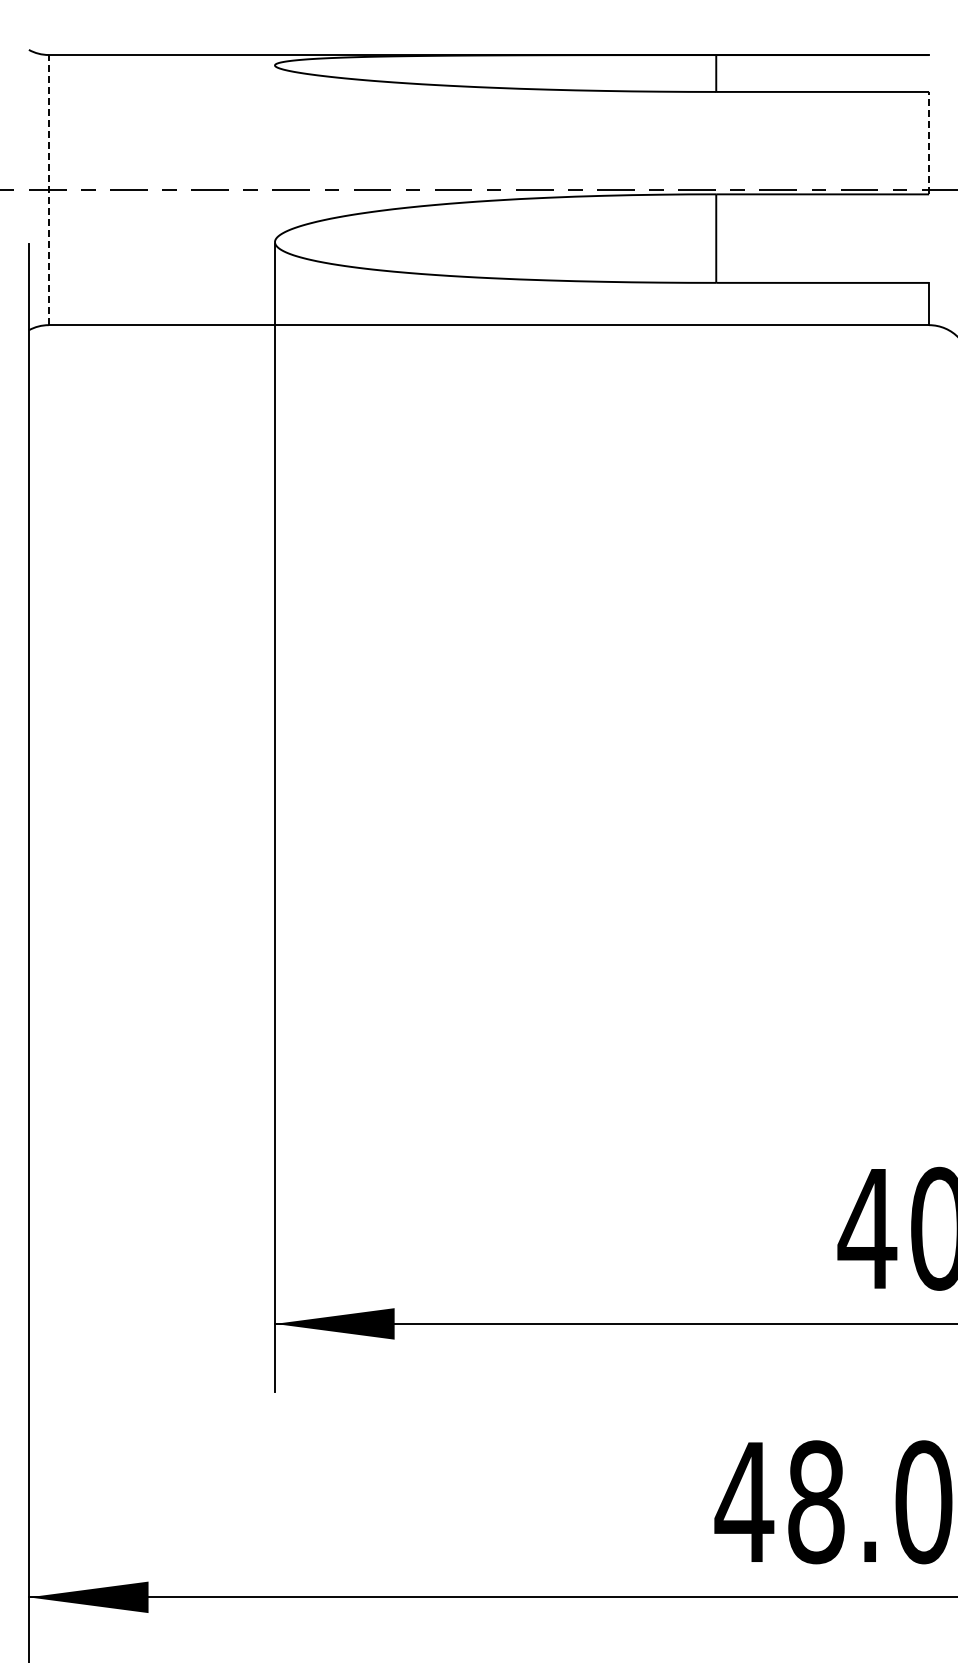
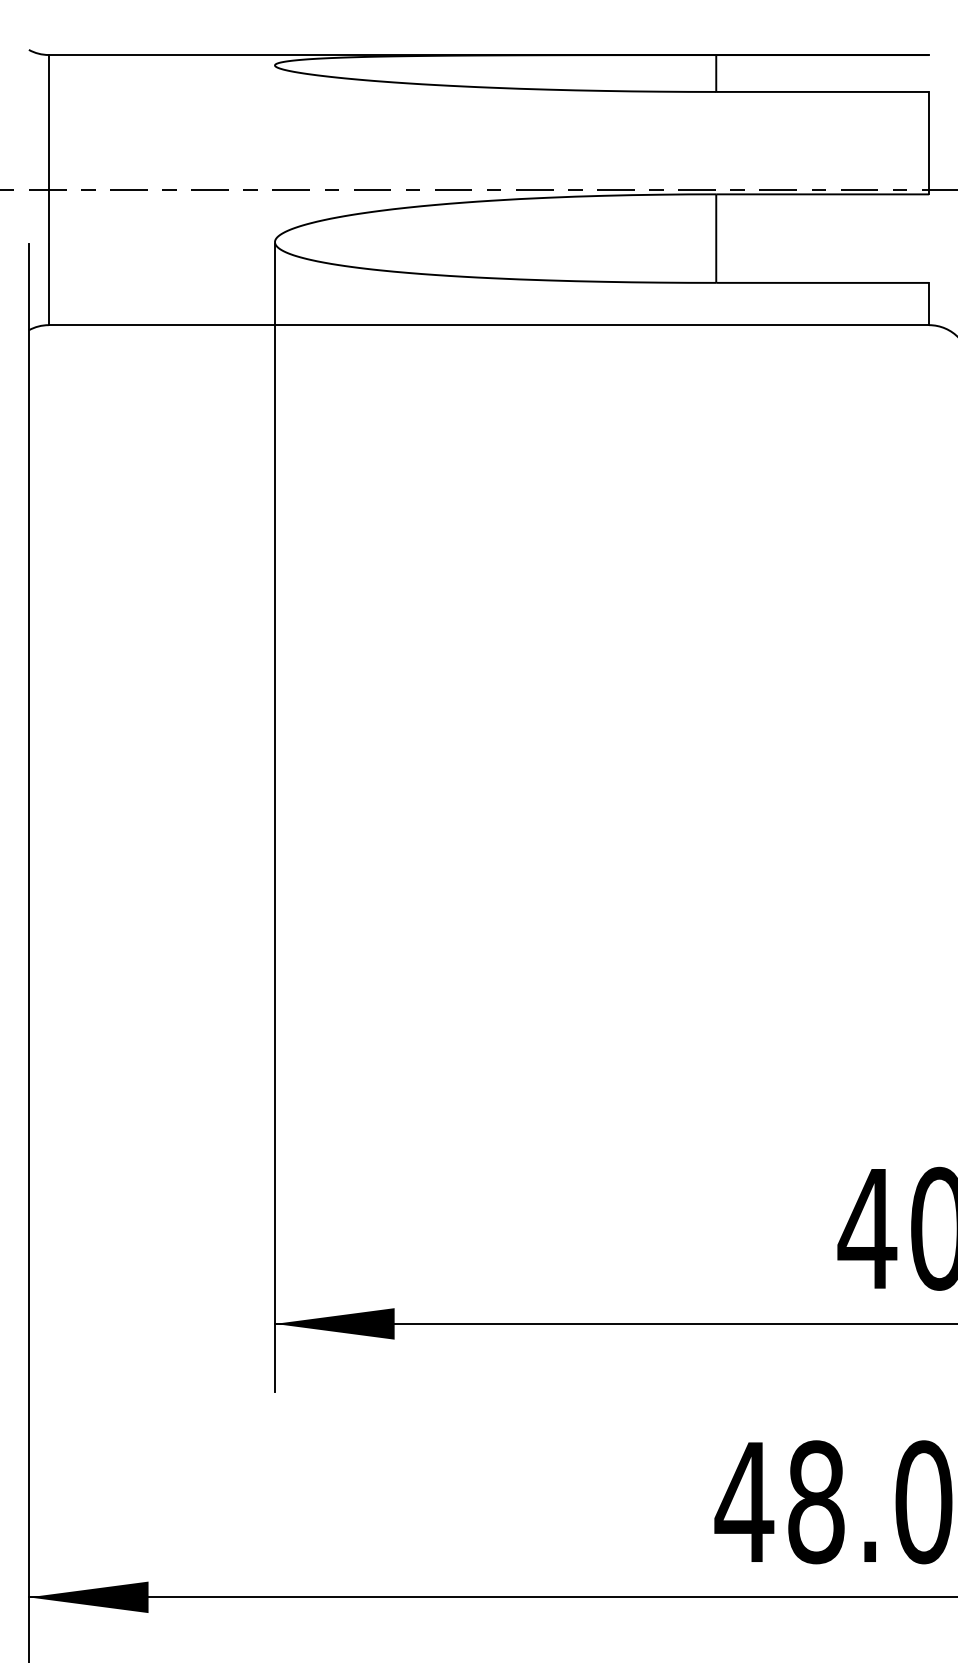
line at (929, 142): dashed -> solid
line at (48, 189): dashed -> solid
